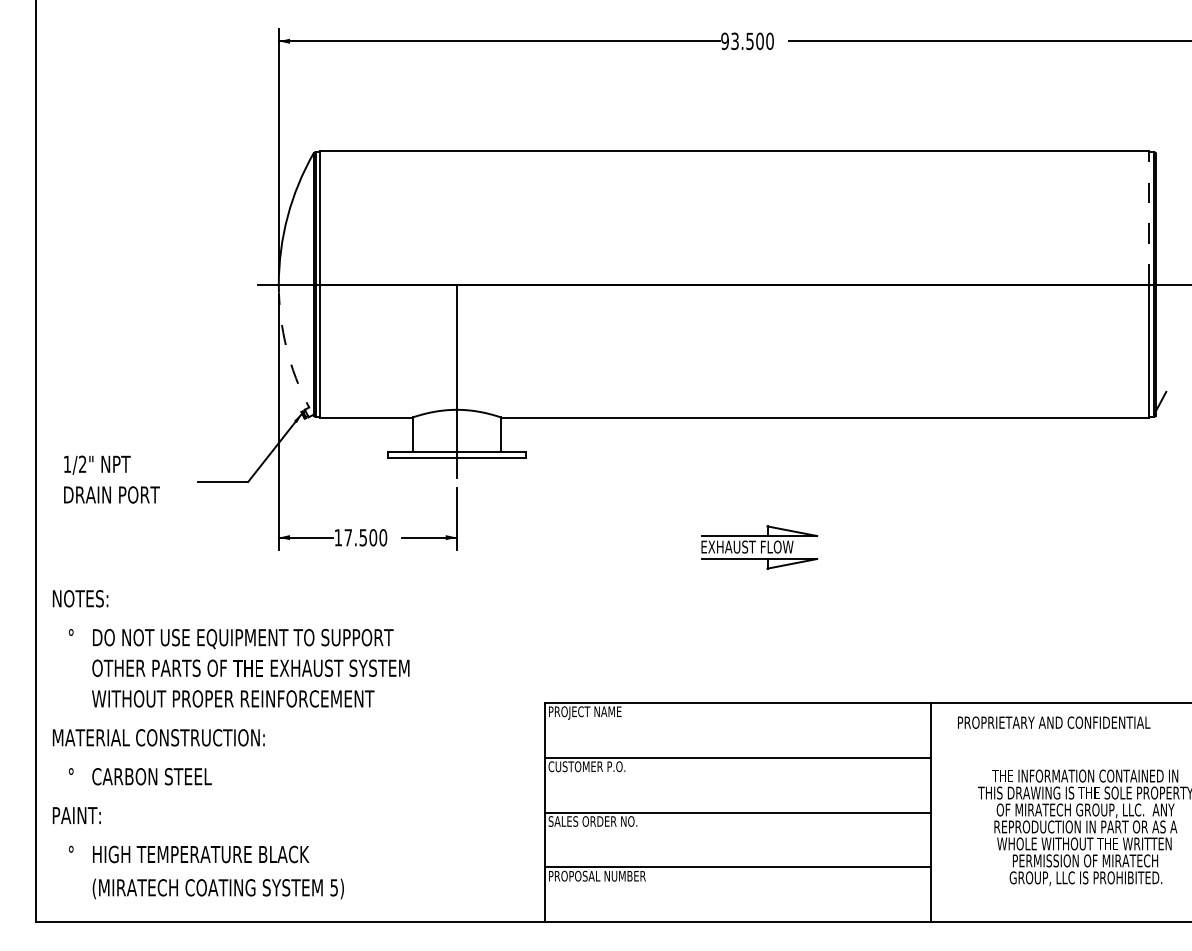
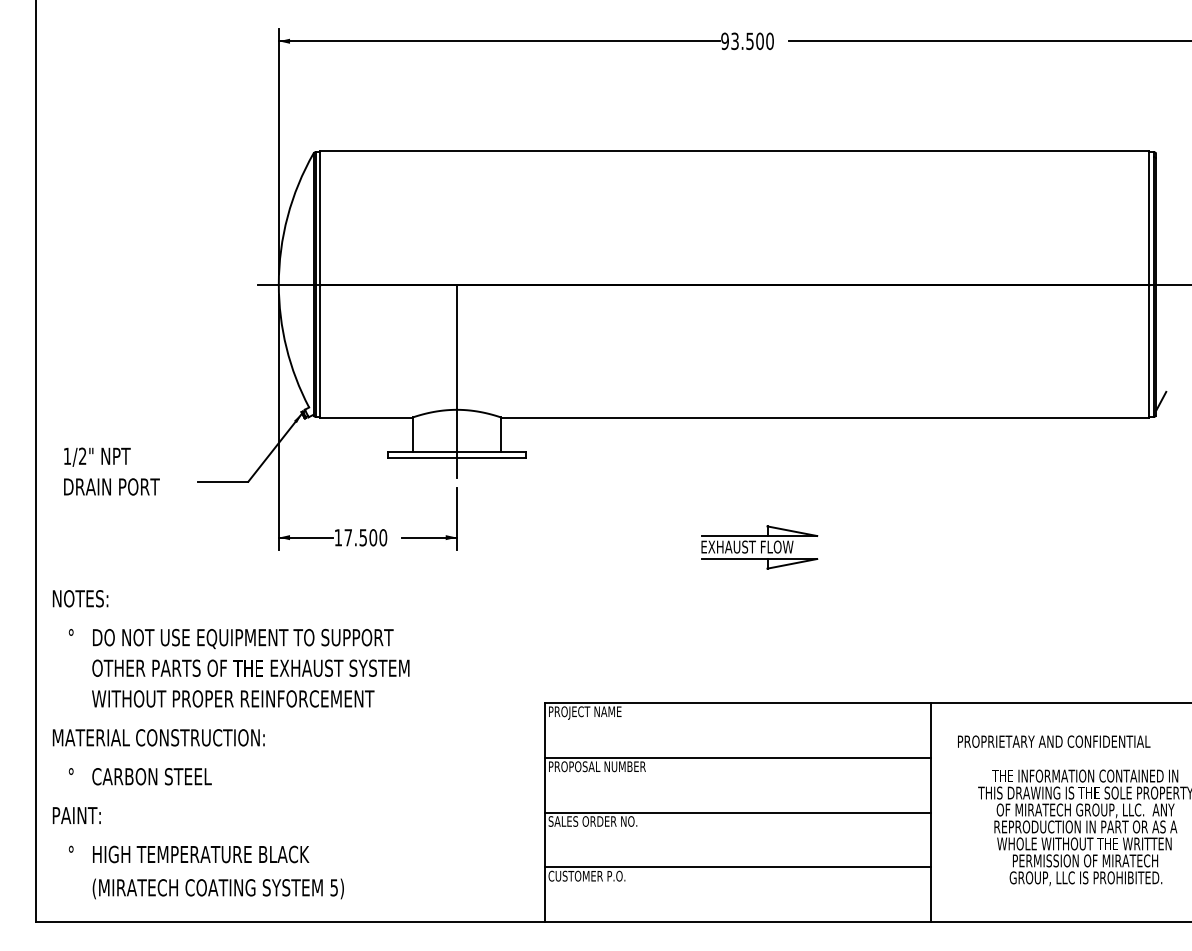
line at (1148, 218): dashed -> solid
arc at (286, 347): dashed -> solid
text at (111, 479) position: (111, 479) -> (111, 471)
text at (1054, 722) position: (1054, 722) -> (1054, 741)
text at (596, 766): CUSTOMER P.O. -> PROPOSAL NUMBER
text at (596, 875): PROPOSAL NUMBER -> CUSTOMER P.O.
